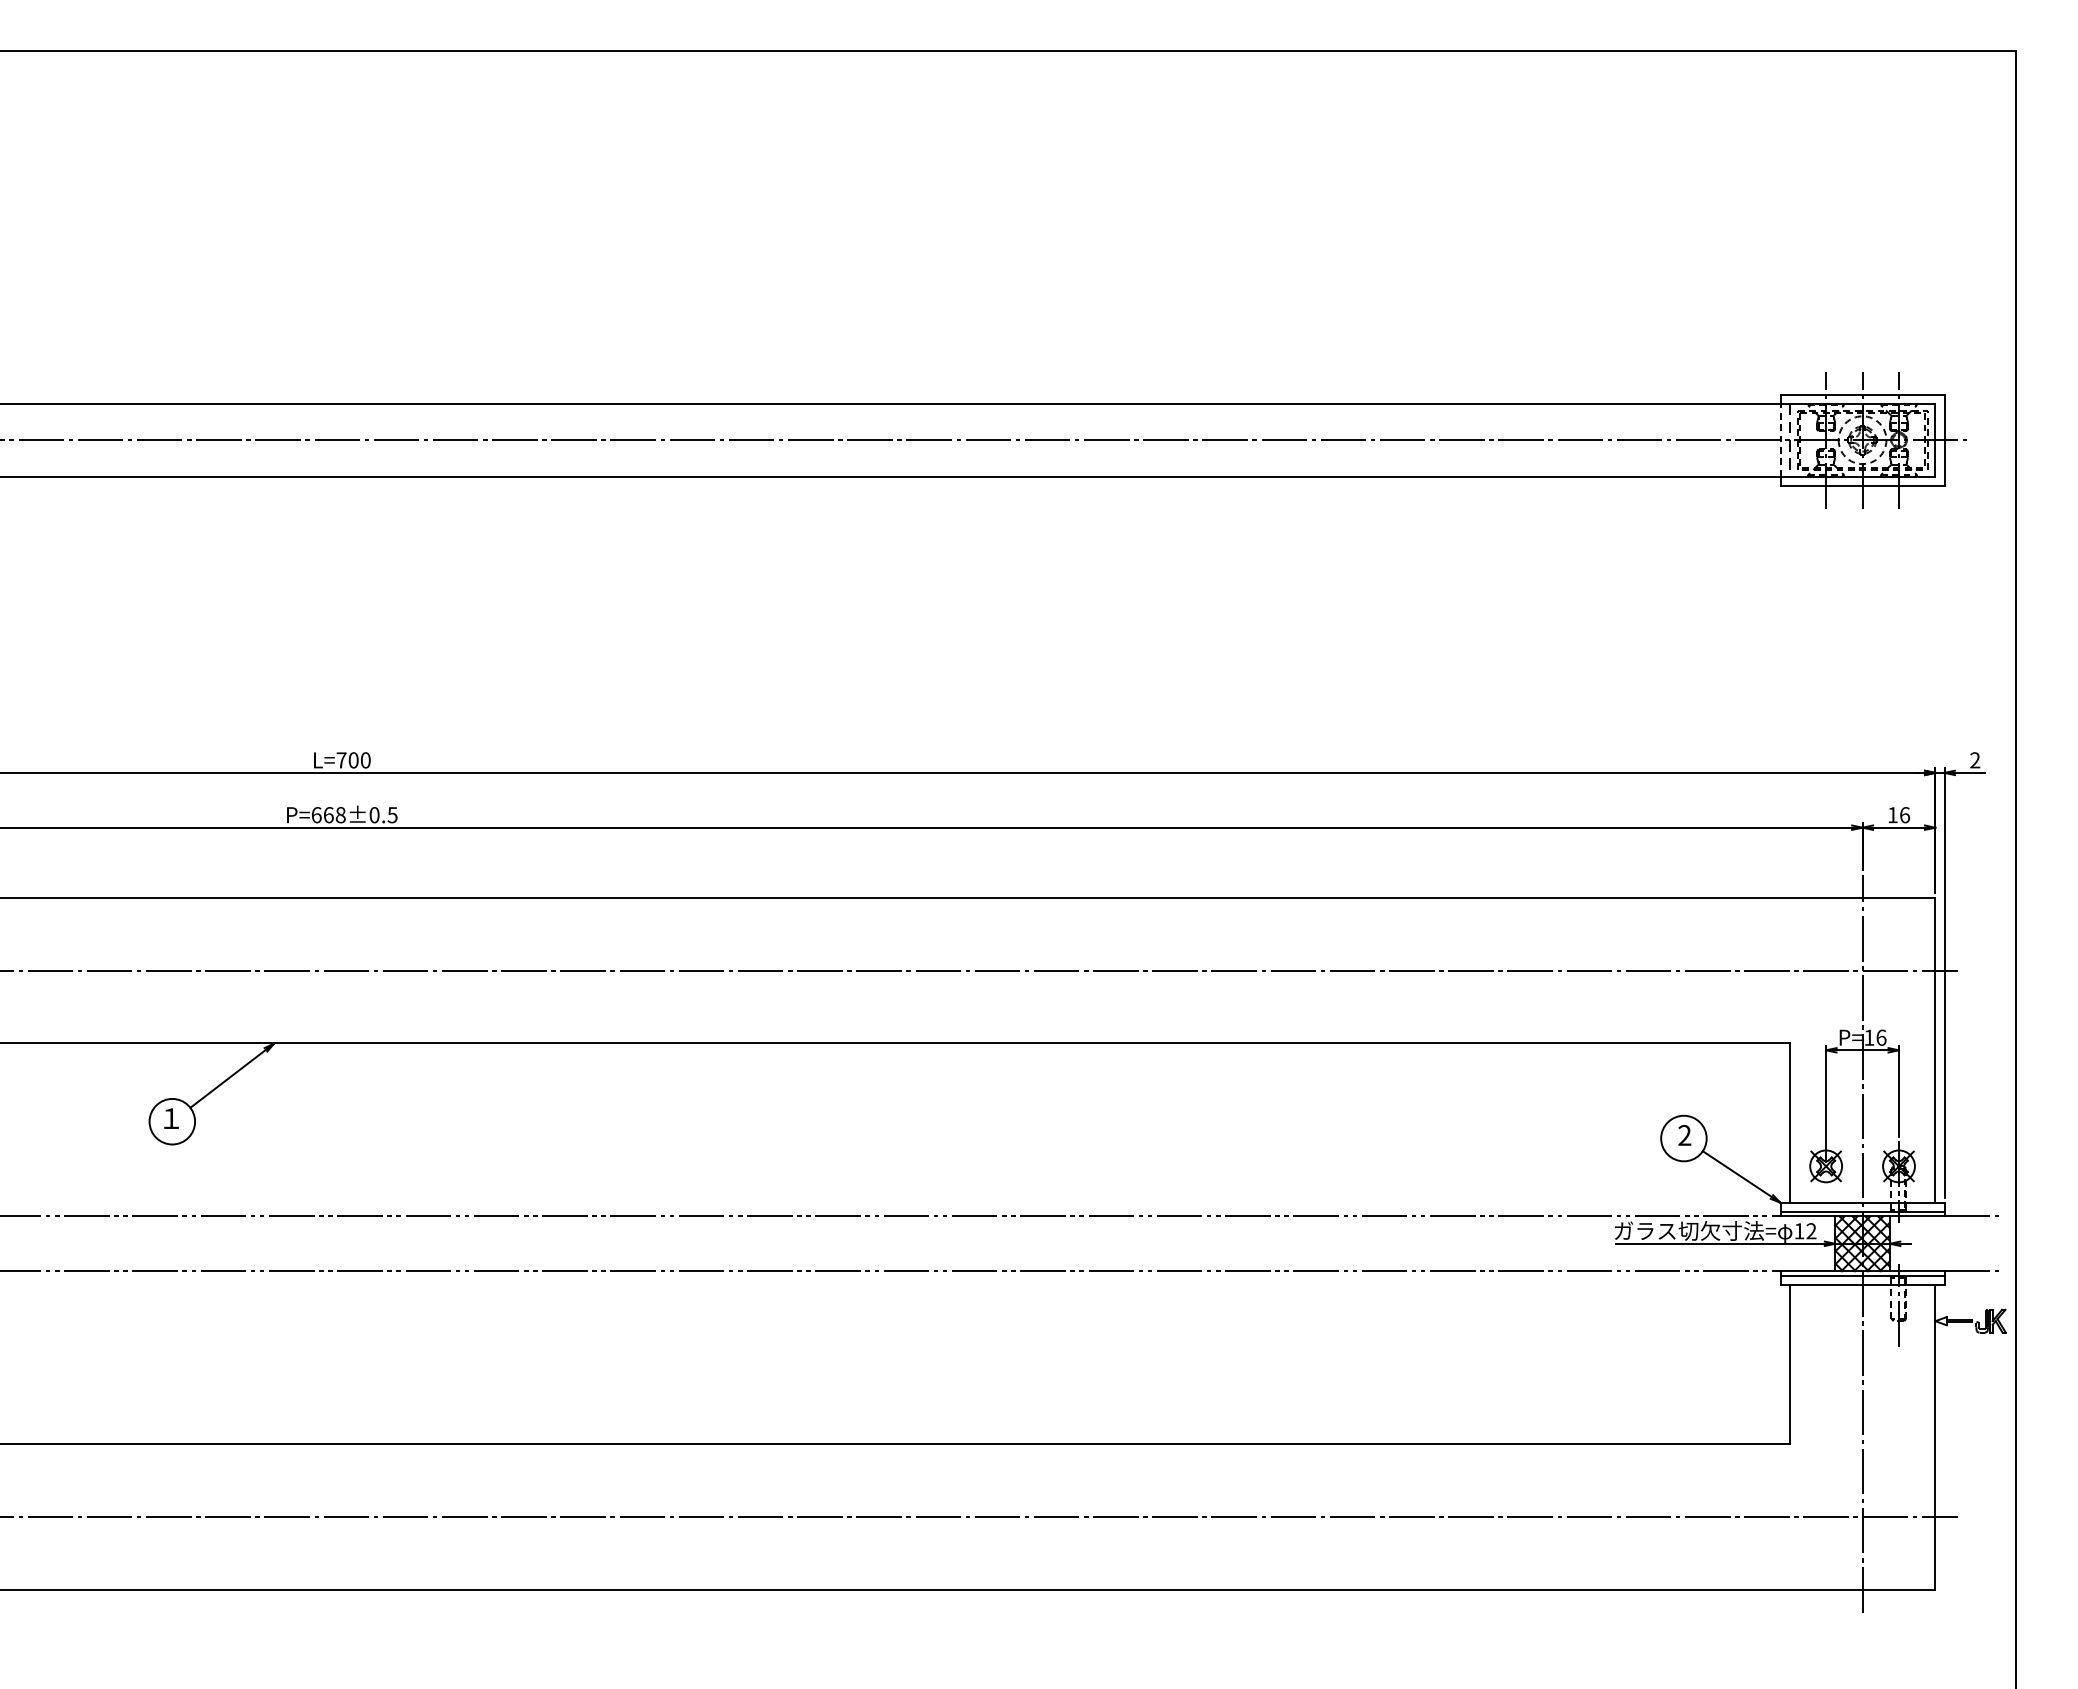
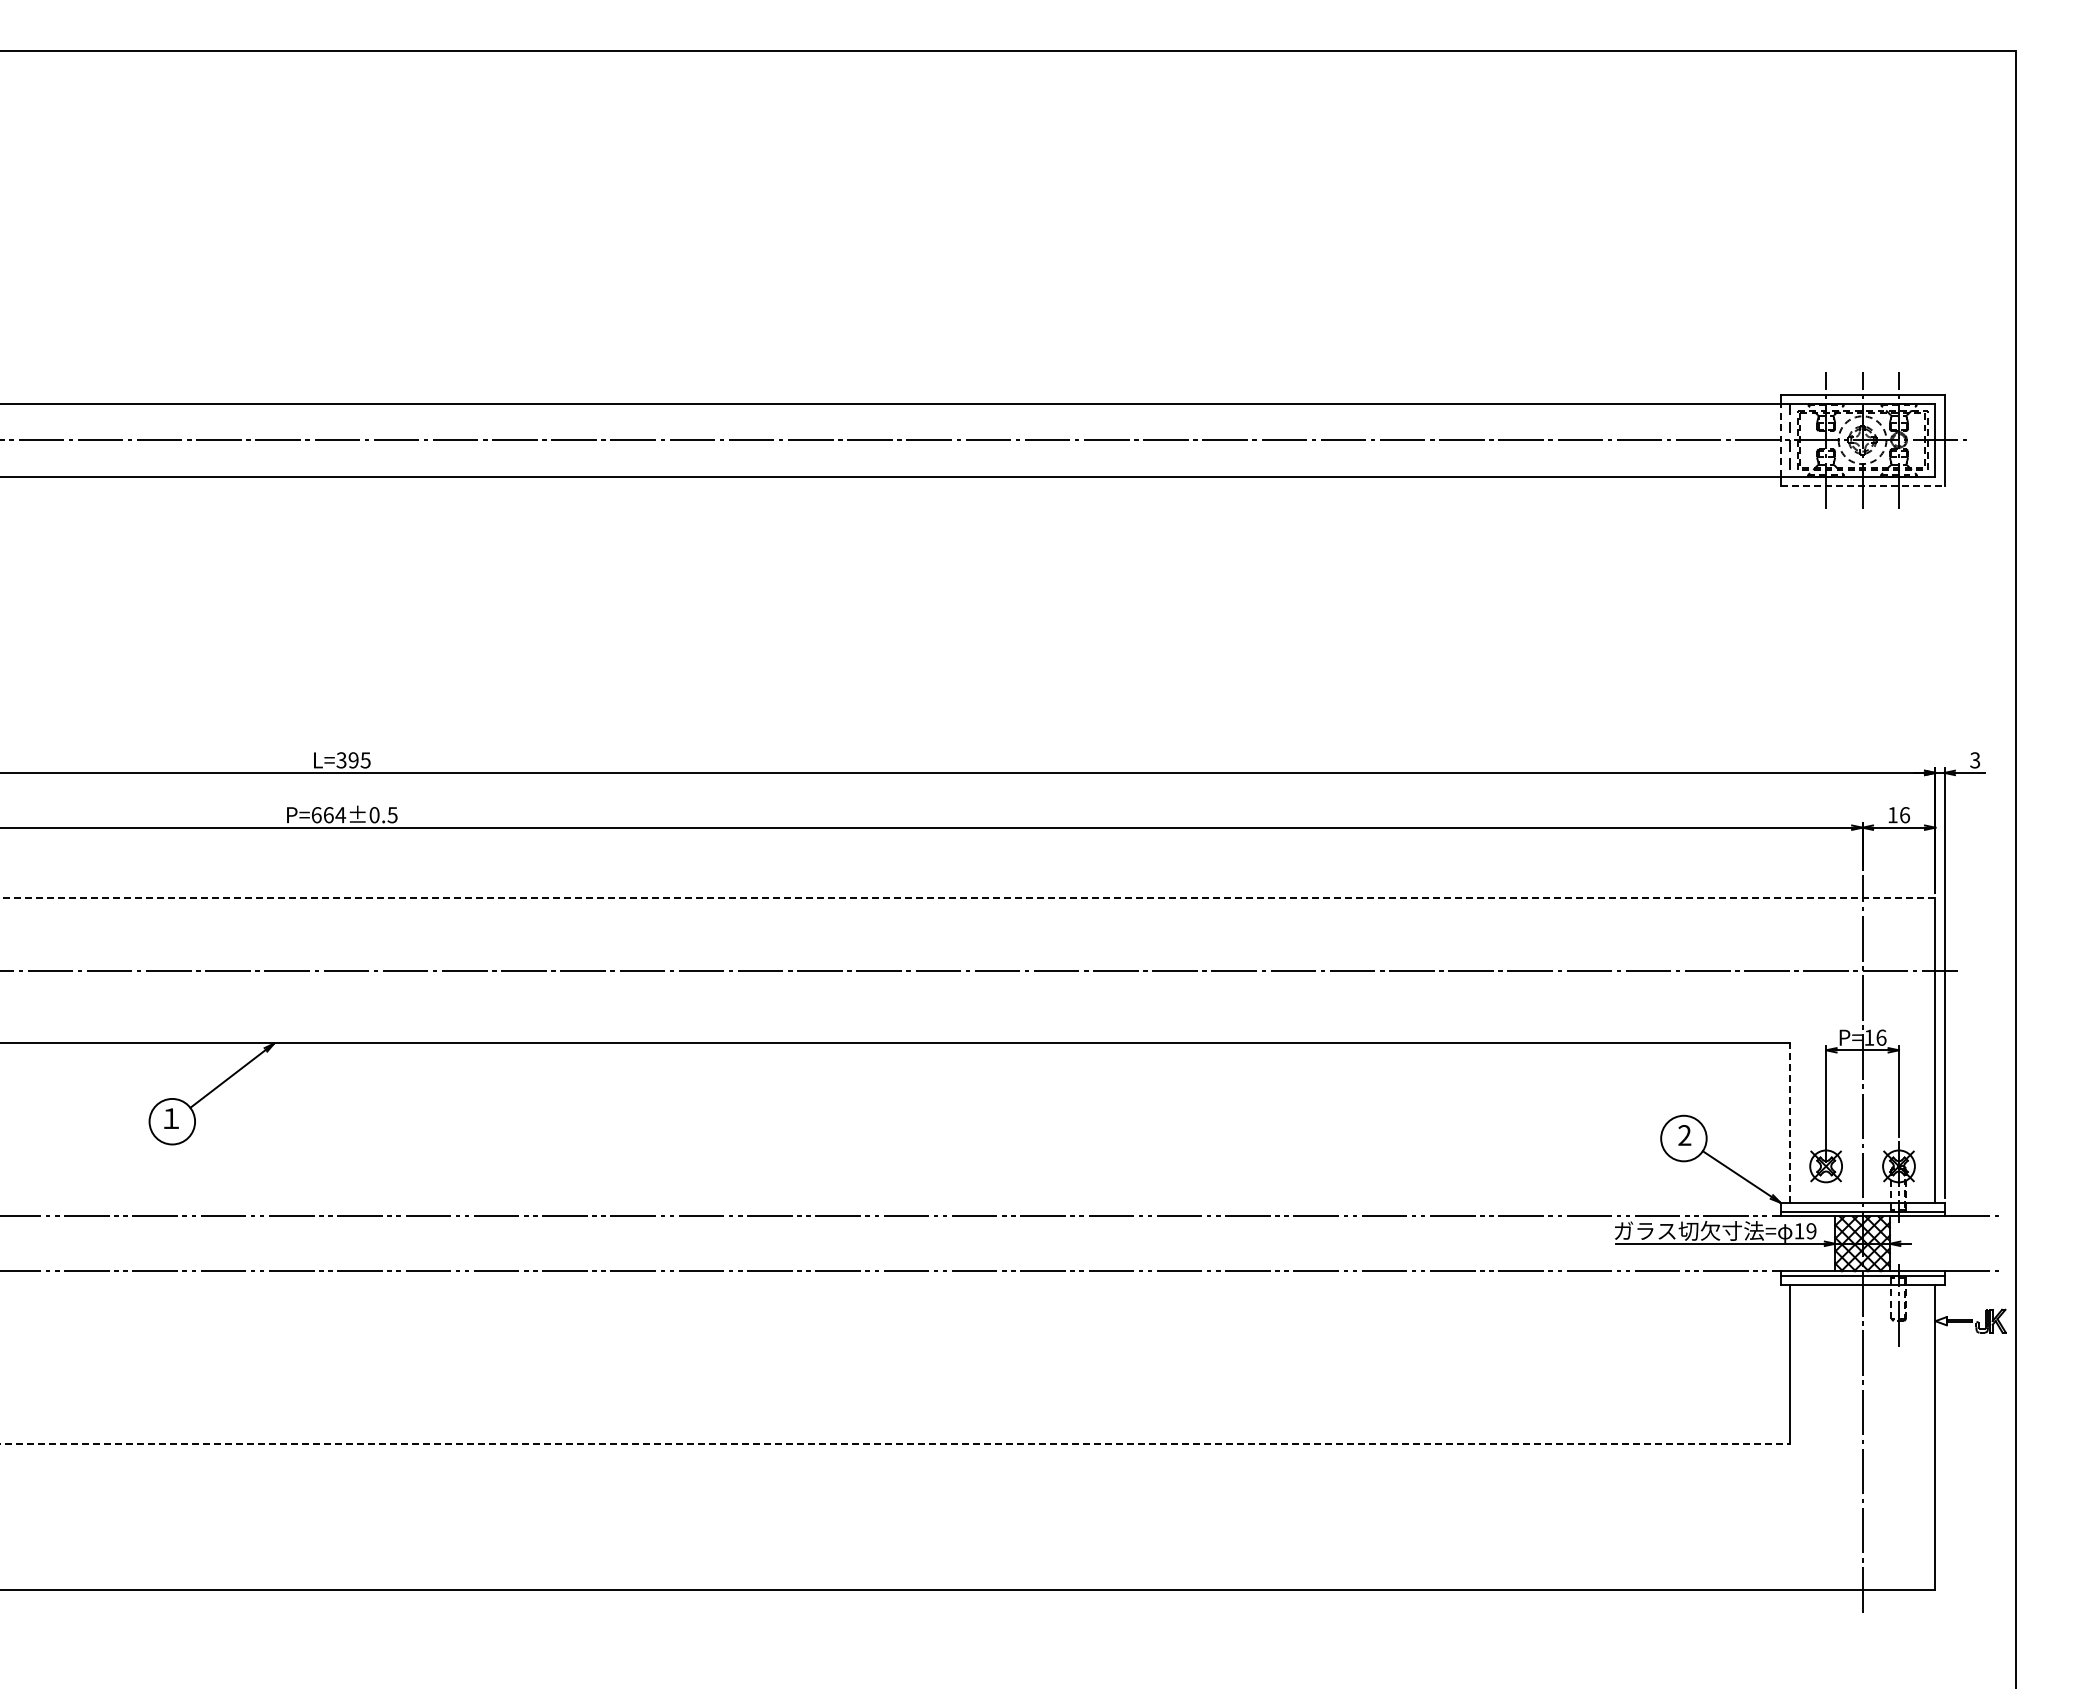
line at (1862, 485): solid -> dashed
text at (353, 760): L=700 -> L=395
text at (1975, 760): 2 -> 3
text at (340, 815): P=668±0.5 -> P=664±0.5
line at (967, 897): solid -> dashed
line at (1789, 1123): solid -> dashed
text at (1811, 1231): 12 -> 19
line at (895, 1444): solid -> dashed
line at (980, 1516): present -> none
